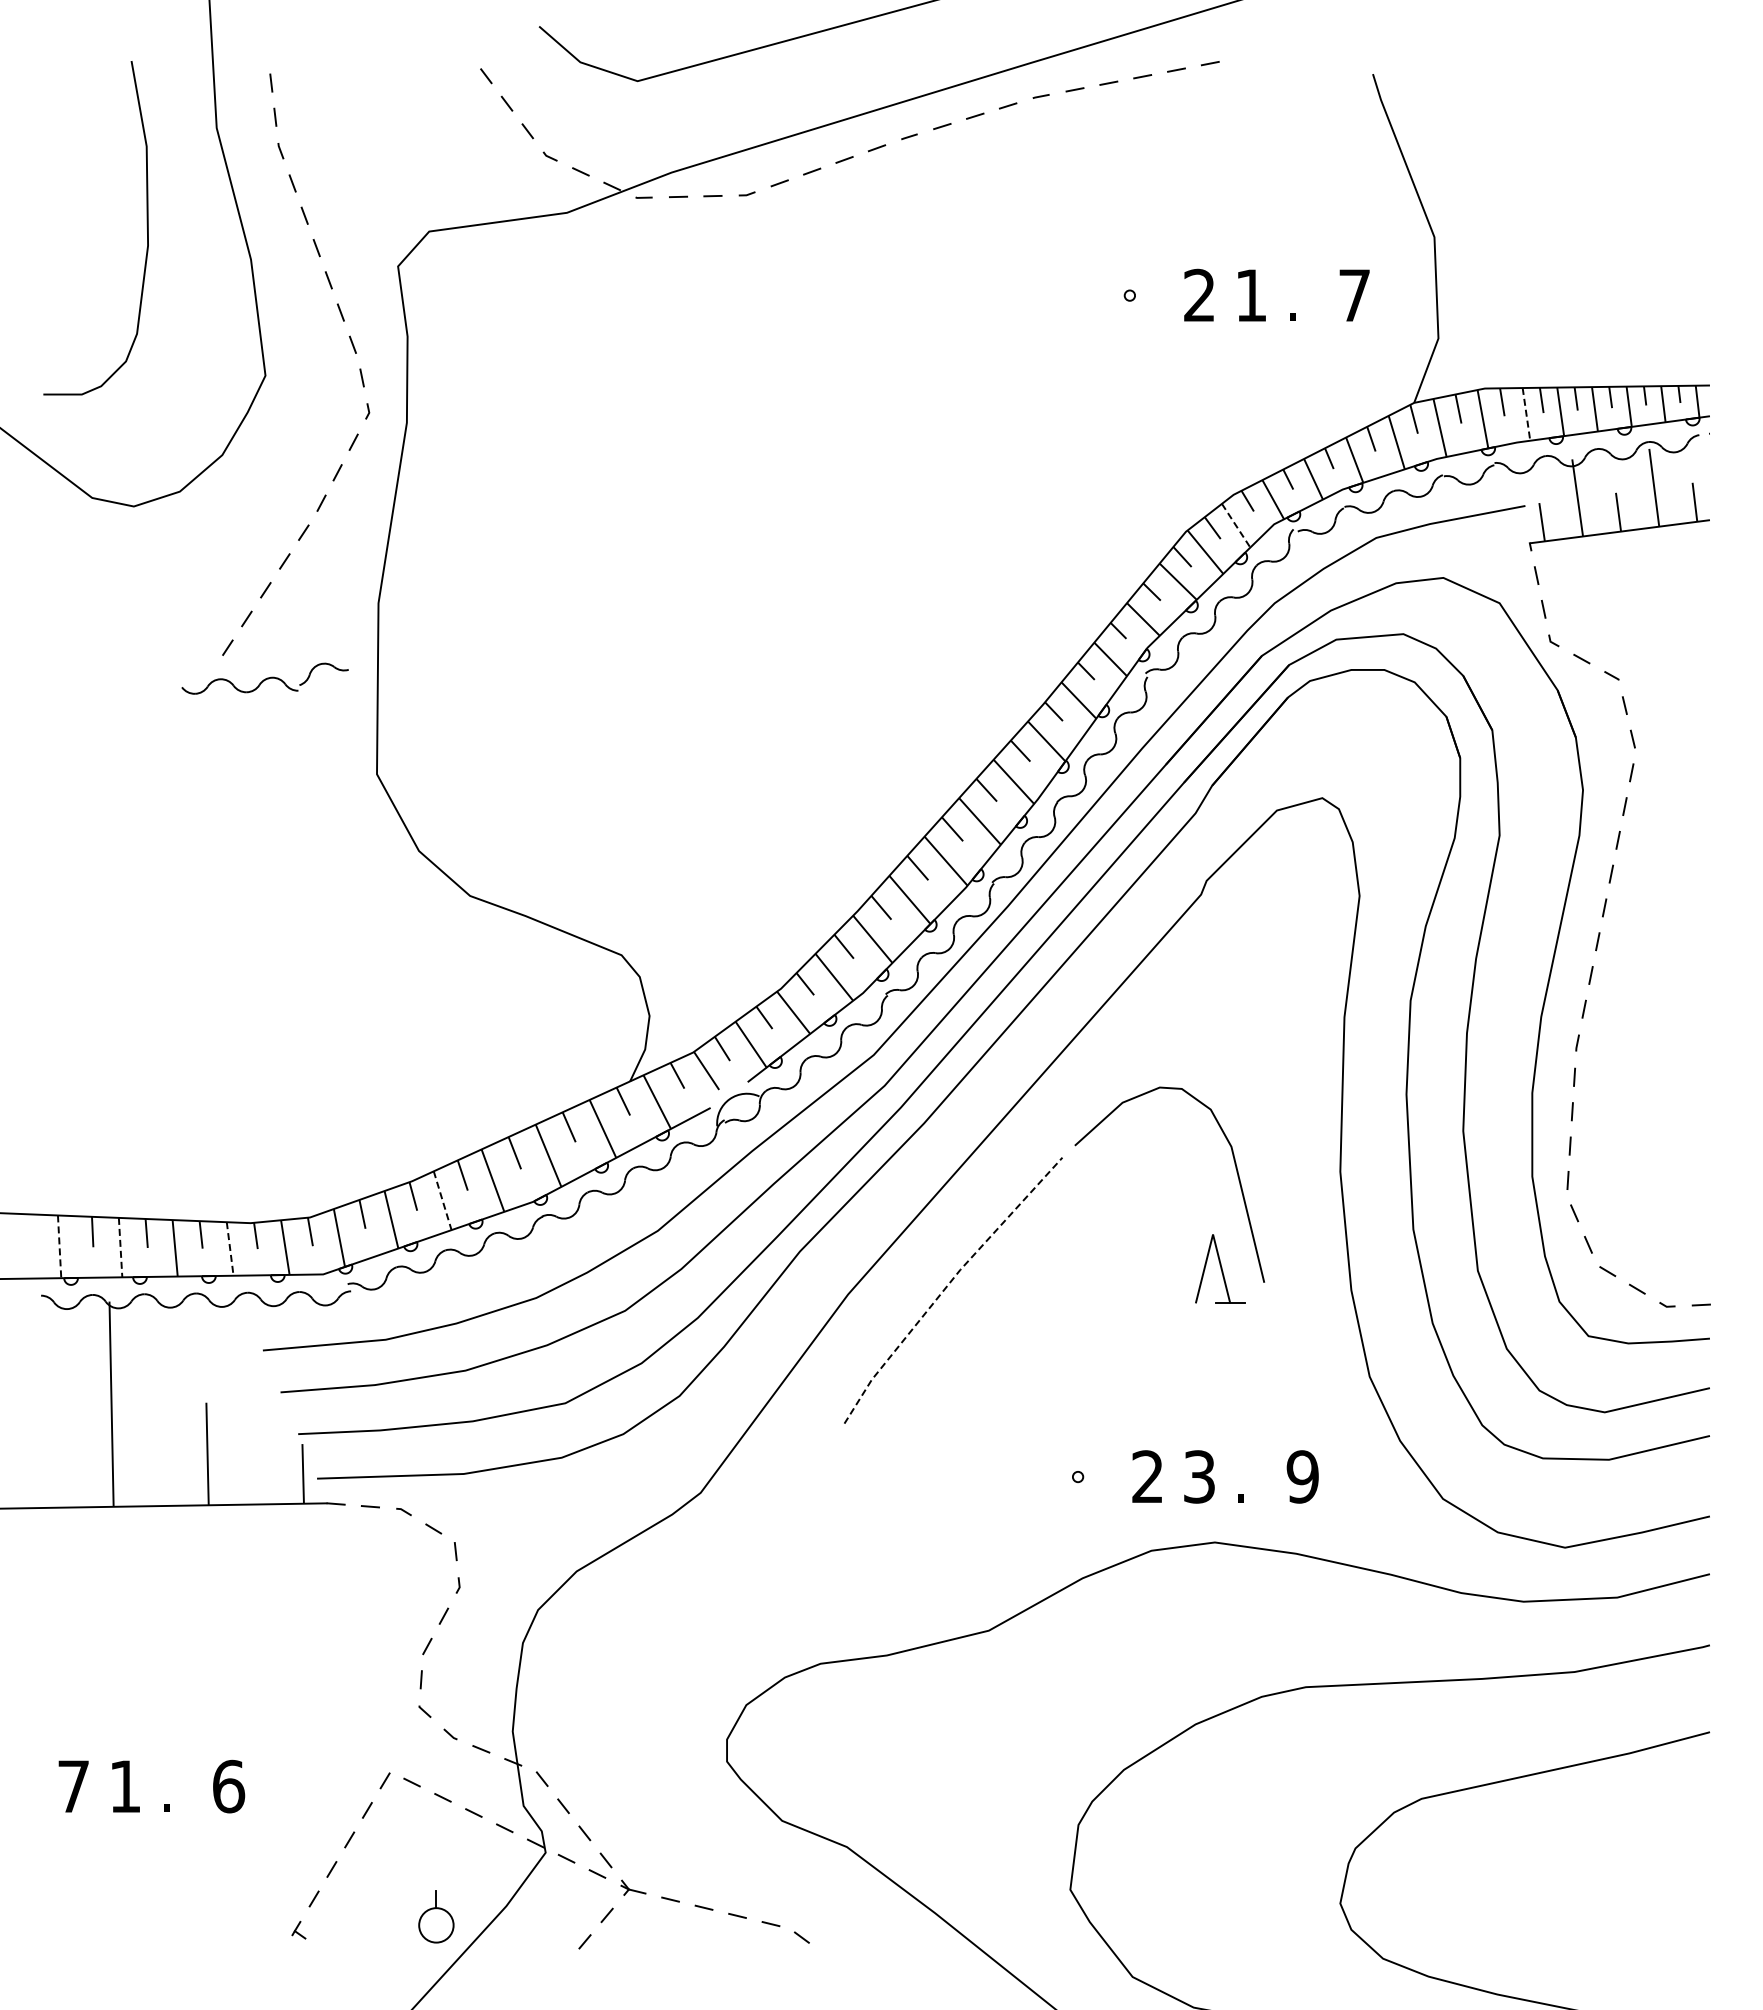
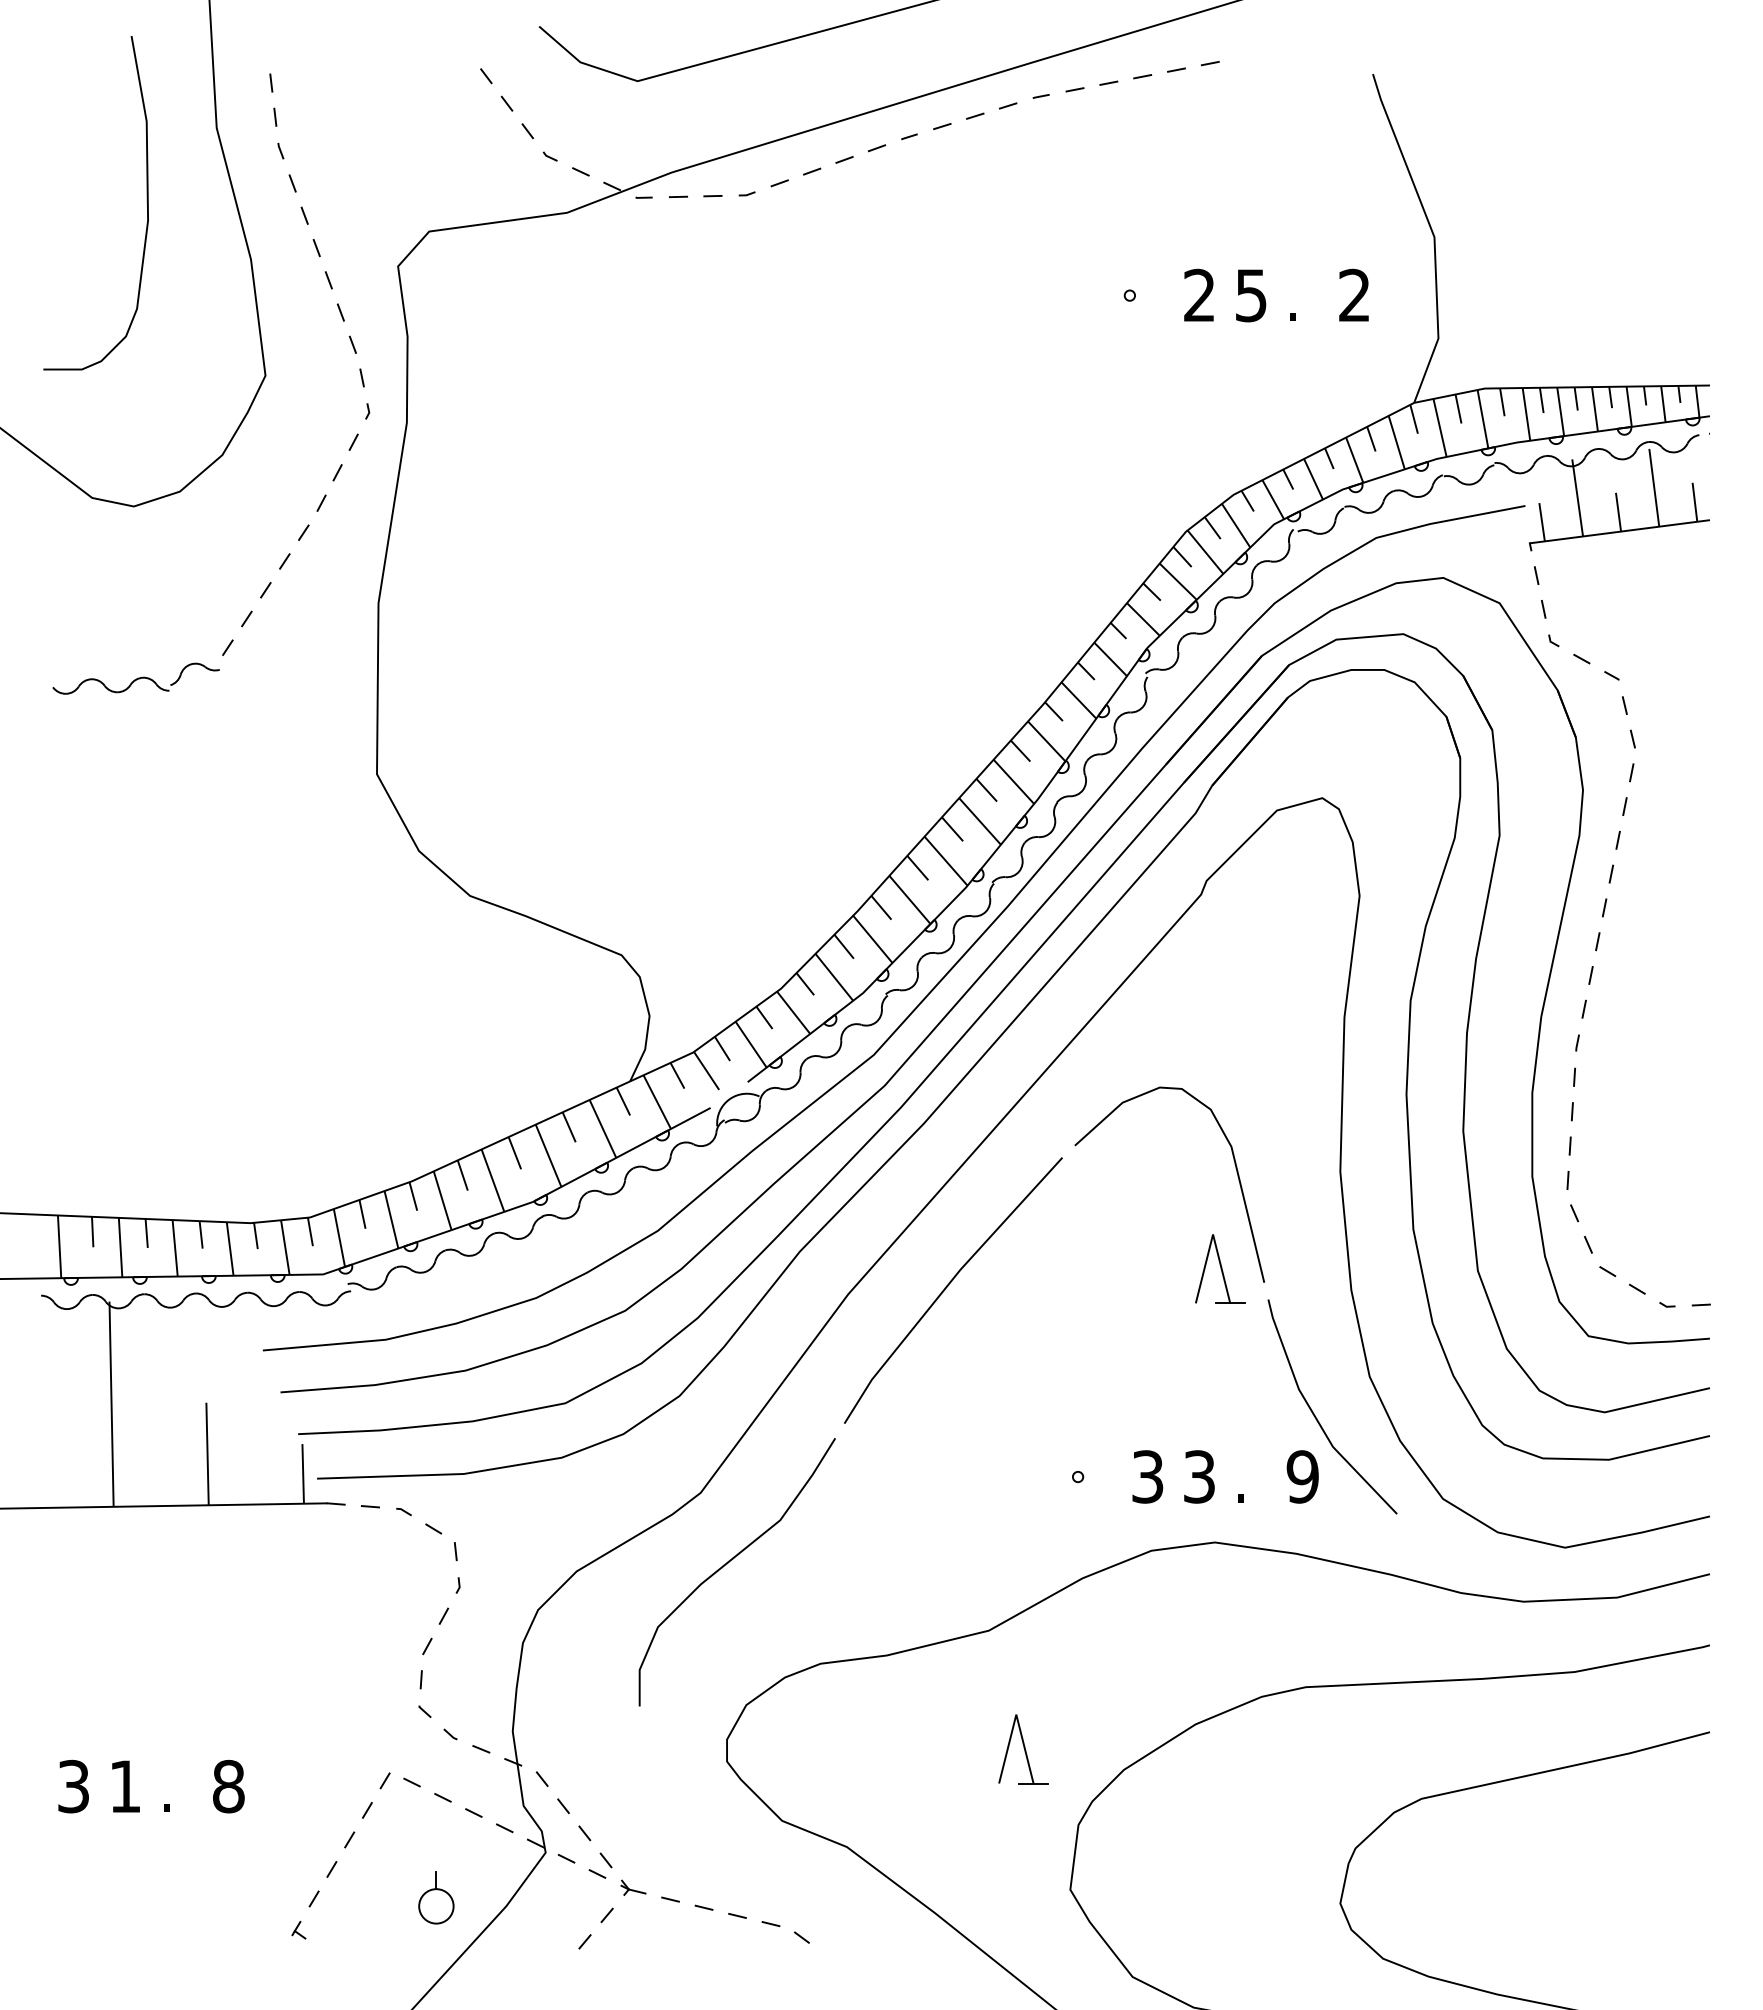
curve at (146, 226) position: (146, 226) -> (146, 201)
text at (1354, 294): 7 -> 2
text at (1251, 295): 1 -> 5
line at (1526, 414): dashed -> solid
line at (1236, 526): dashed -> solid
part at (264, 678) position: (264, 678) -> (135, 678)
line at (442, 1200): dashed -> solid
line at (59, 1247): dashed -> solid
line at (120, 1247): dashed -> solid
line at (230, 1248): dashed -> solid
line at (947, 1286): dashed -> solid
line at (1316, 1416): none -> present
text at (1147, 1476): 2 -> 3
curve at (728, 1563): none -> present
part at (1023, 1749): none -> present
text at (73, 1786): 7 -> 3
text at (229, 1786): 6 -> 8
part at (436, 1916) position: (436, 1916) -> (436, 1897)
